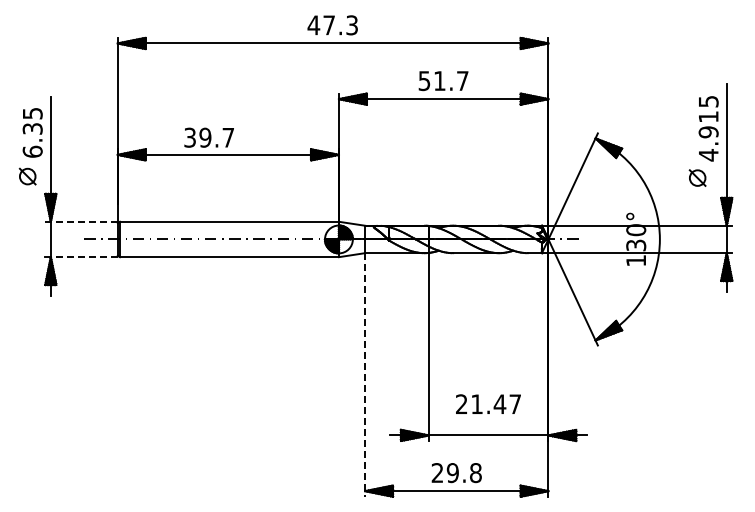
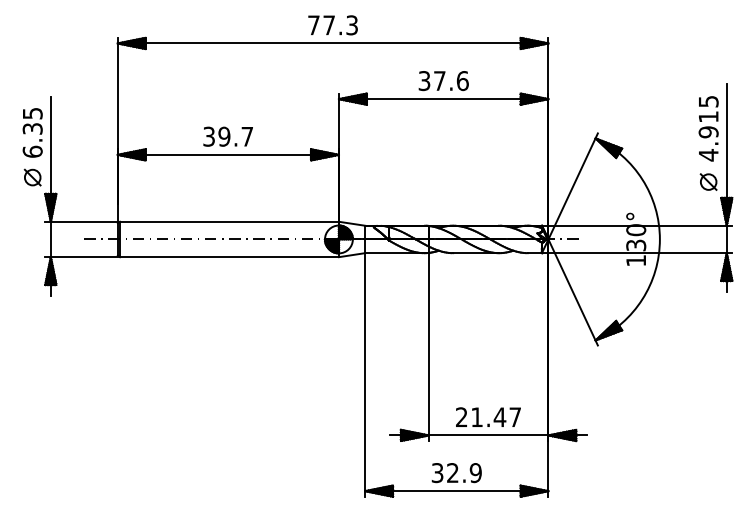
text at (313, 25): 47.3 -> 77.3
text at (443, 81): 51.7 -> 37.6
text at (208, 137) position: (208, 137) -> (227, 136)
part at (27, 176) position: (27, 176) -> (32, 177)
part at (697, 177) position: (697, 177) -> (708, 181)
line at (82, 221): dashed -> solid
line at (83, 257): dashed -> solid
line at (365, 374): dashed -> solid
text at (488, 403) position: (488, 403) -> (488, 416)
text at (456, 473): 29.8 -> 32.9
